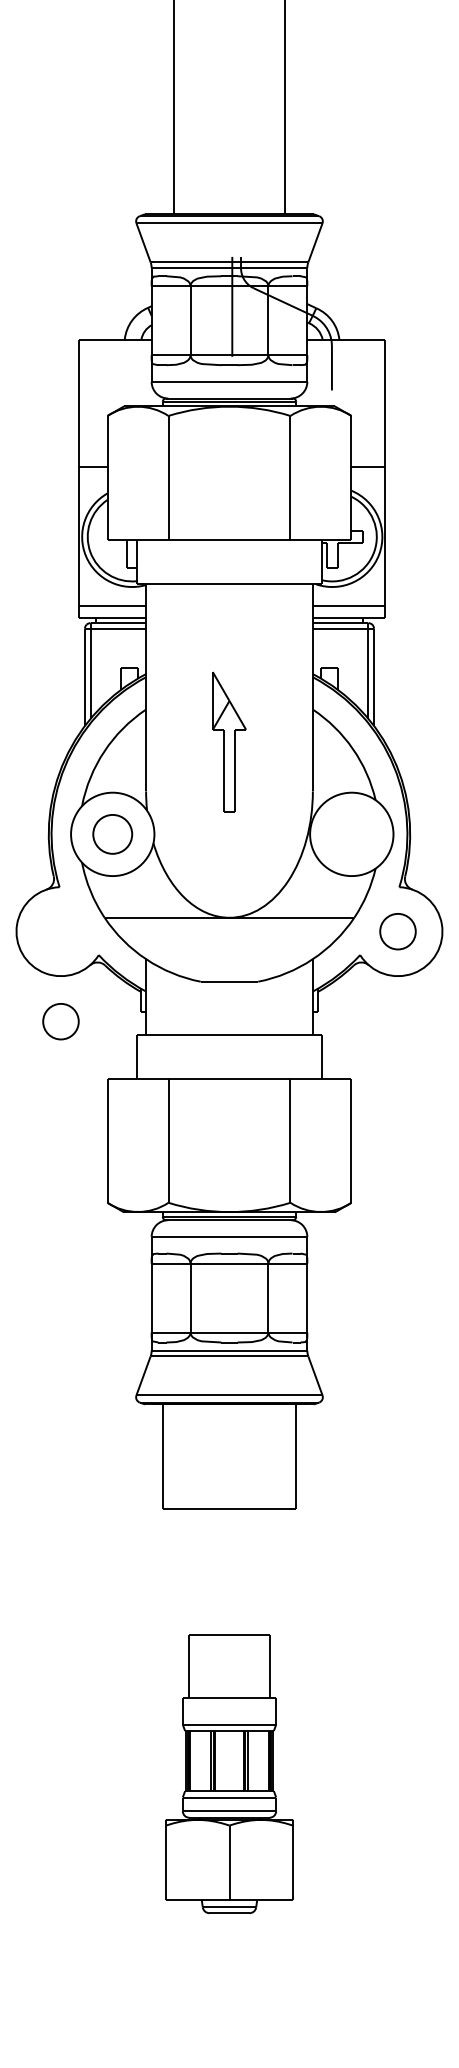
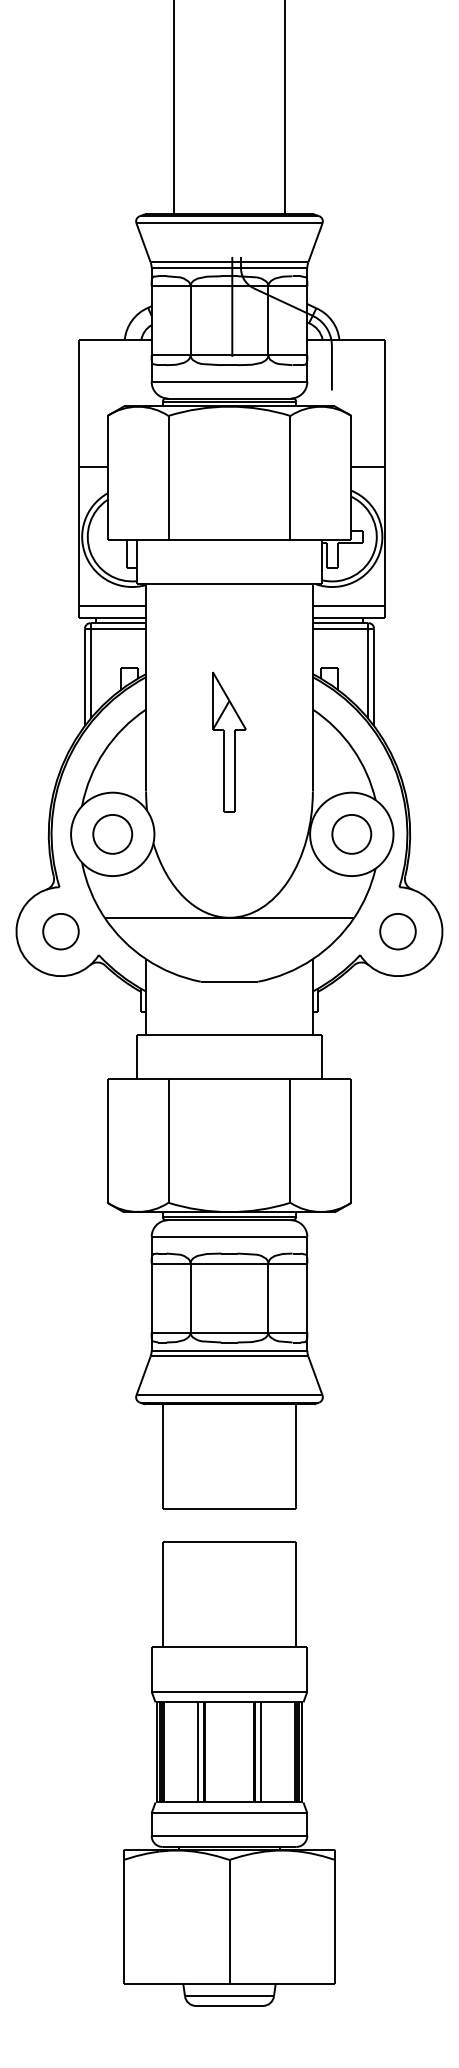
part at (351, 834): none -> present
part at (60, 1021) position: (60, 1021) -> (60, 931)
part at (229, 1773) size: 129x280 px -> 213x466 px
